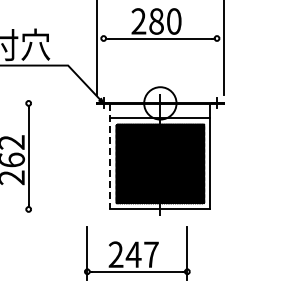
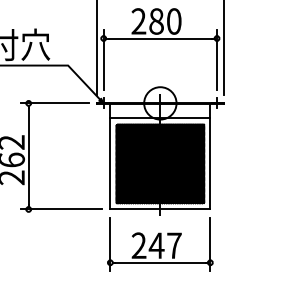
line at (103, 60): none -> present
line at (217, 60): none -> present
line at (54, 103): none -> present
line at (110, 157): dashed -> solid
line at (61, 209): none -> present
part at (137, 253) position: (137, 253) -> (160, 244)
